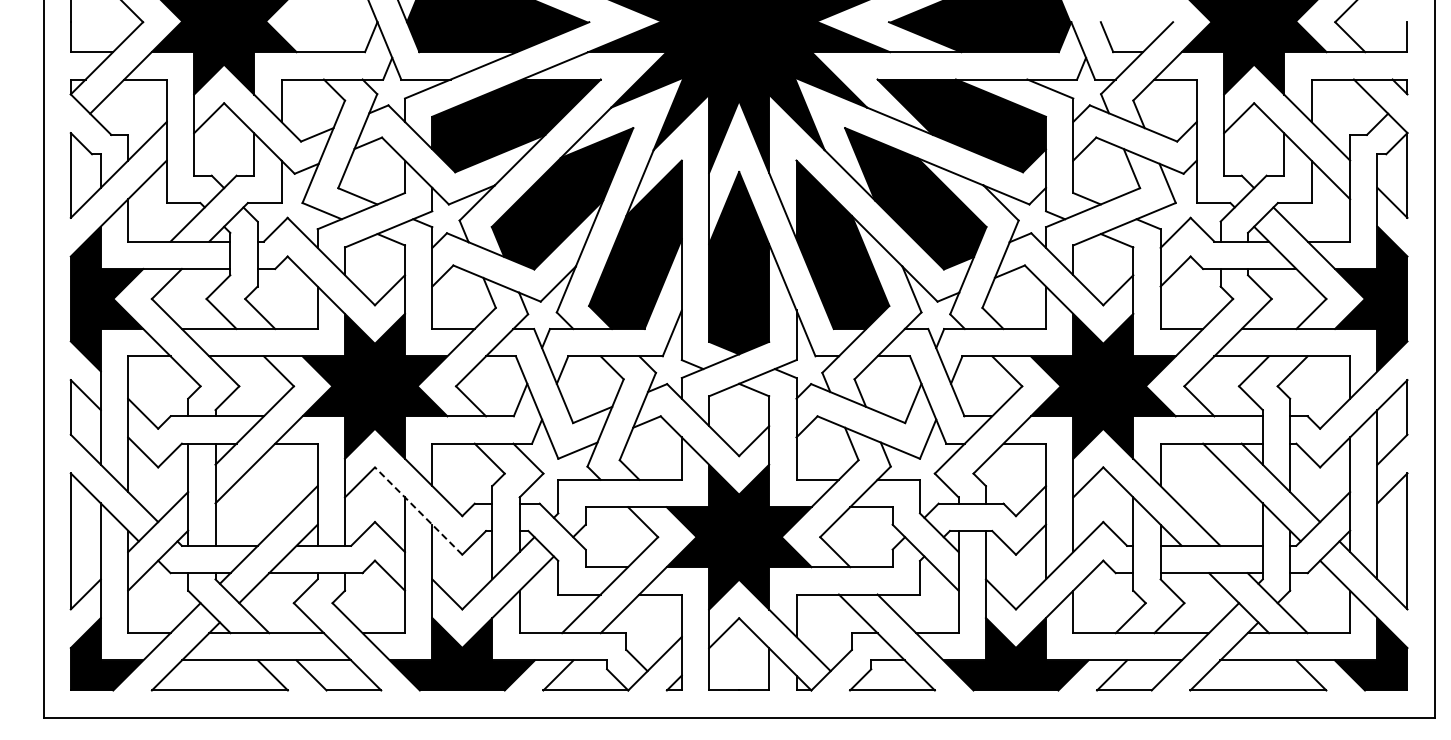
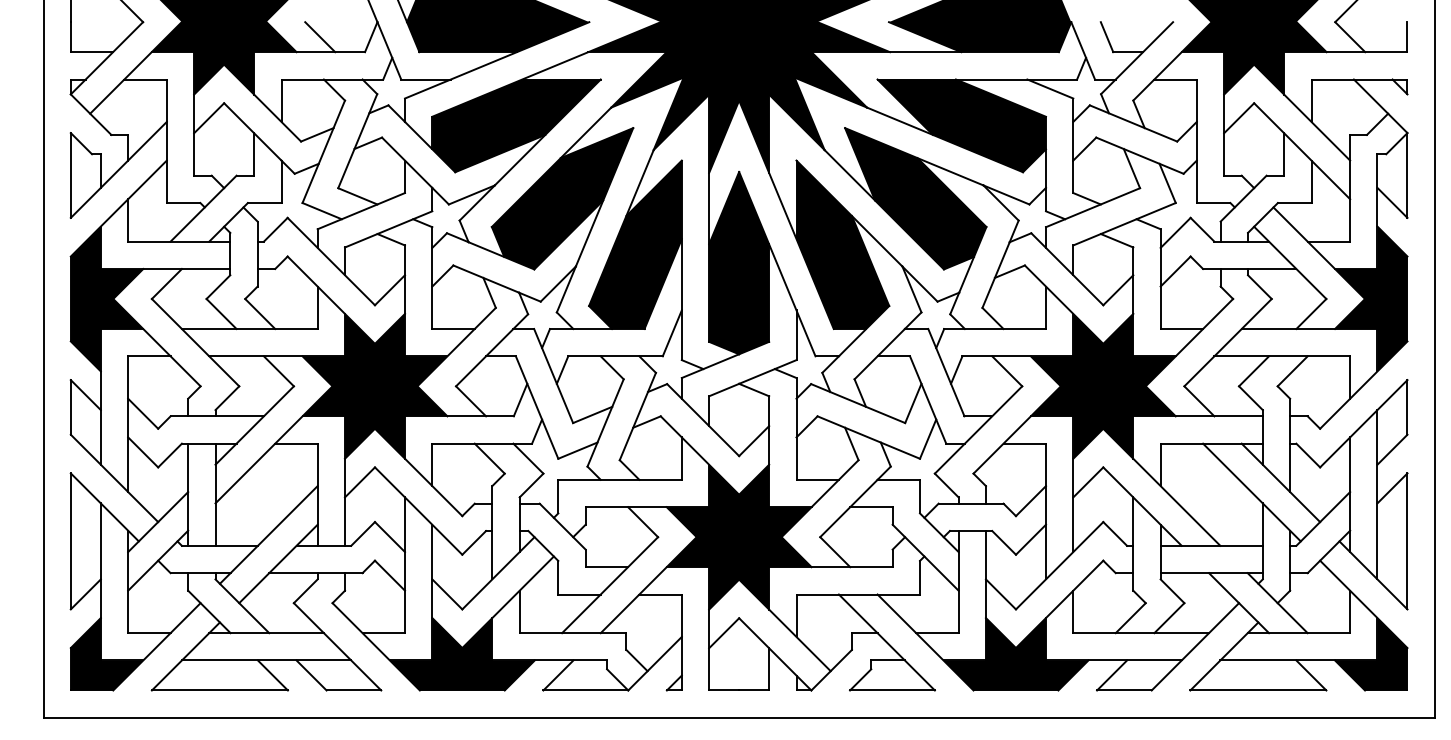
line at (320, 37): none -> present
line at (418, 511): dashed -> solid
